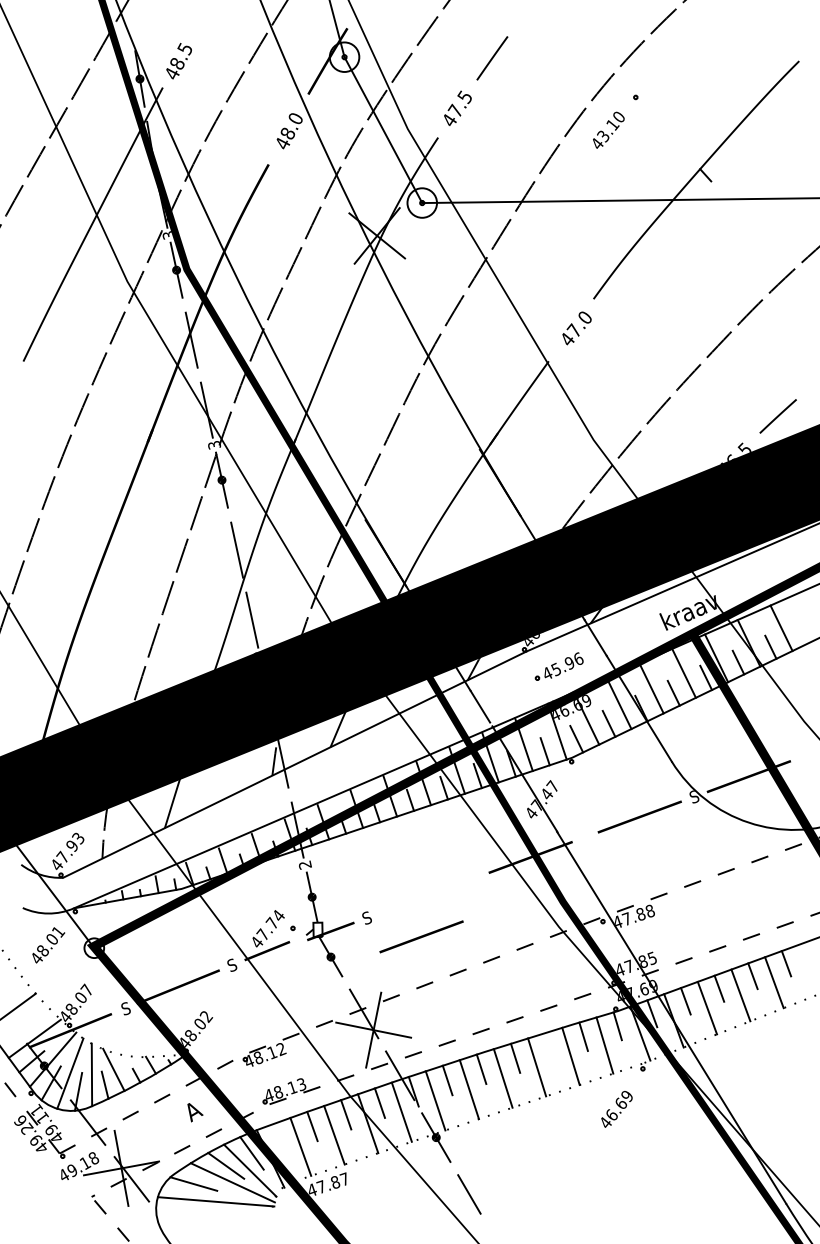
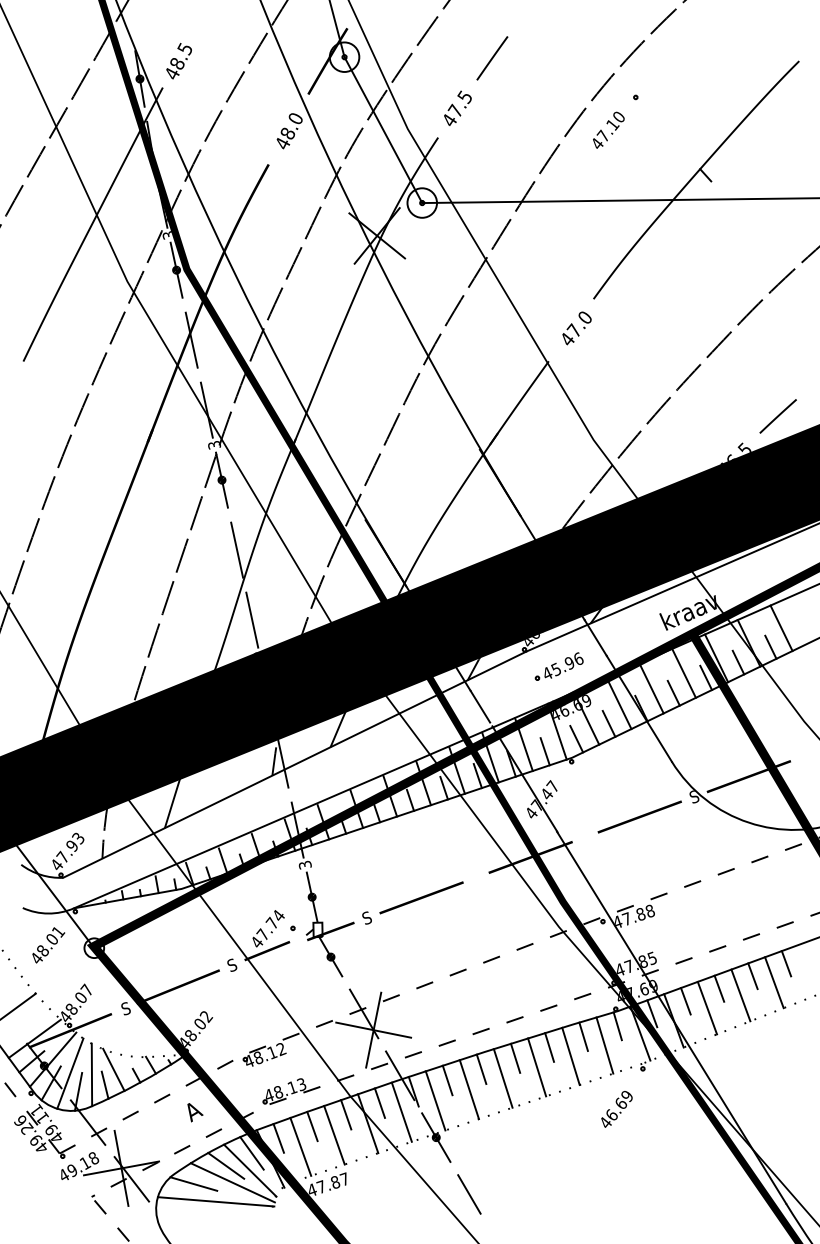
text at (602, 135): 43.10 -> 47.10
text at (305, 864): 2 -> 3
line at (421, 936) position: (421, 936) -> (421, 897)
line at (549, 1047): none -> present
line at (278, 1138): none -> present
